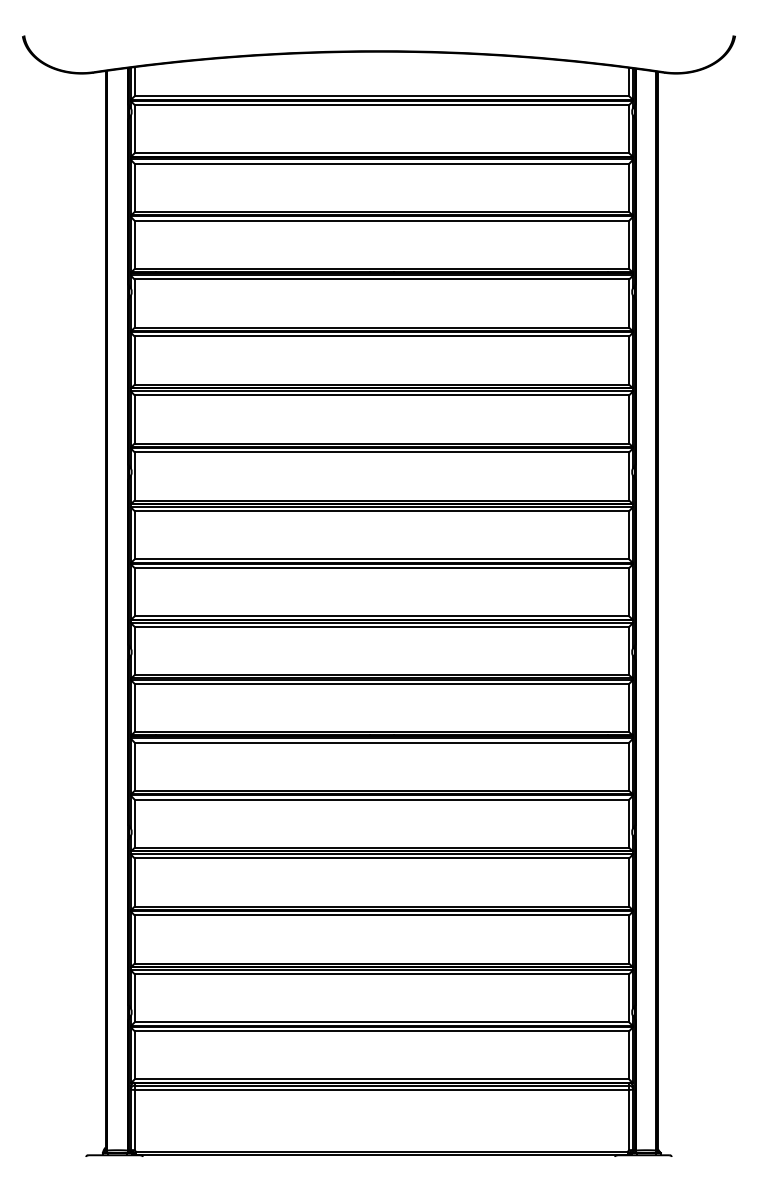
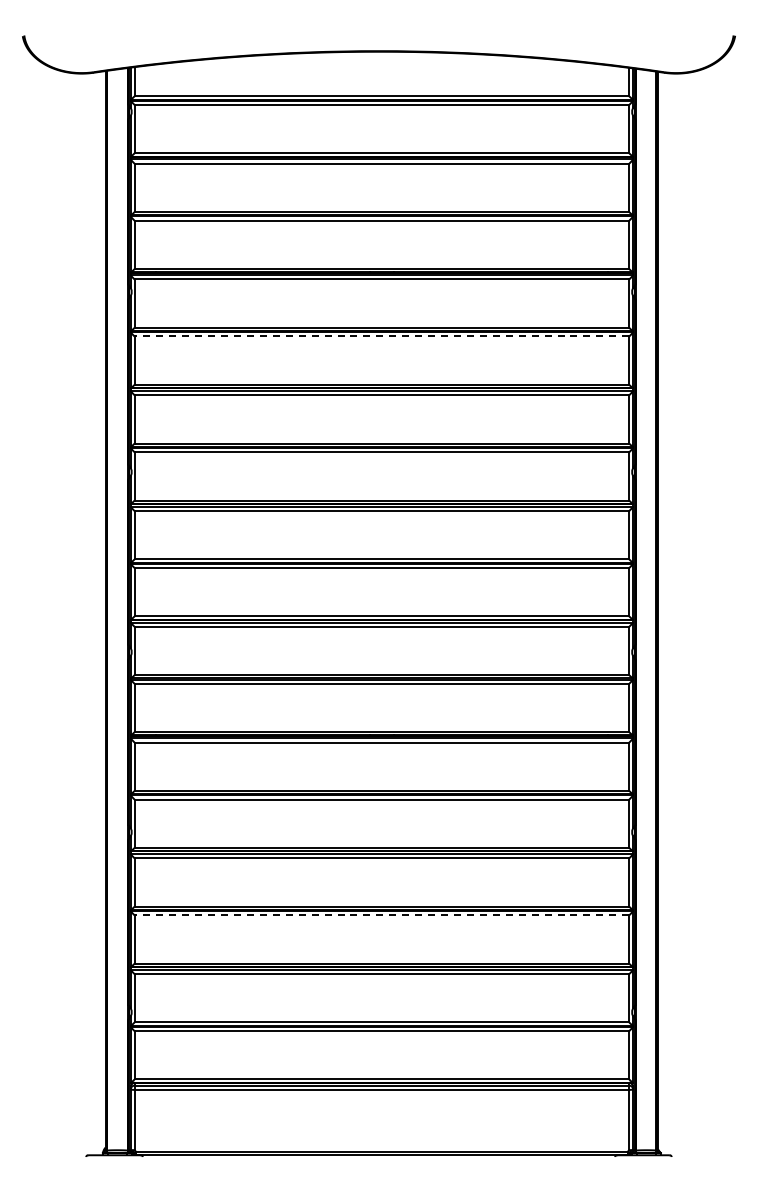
line at (381, 336): solid -> dashed
line at (381, 915): solid -> dashed
